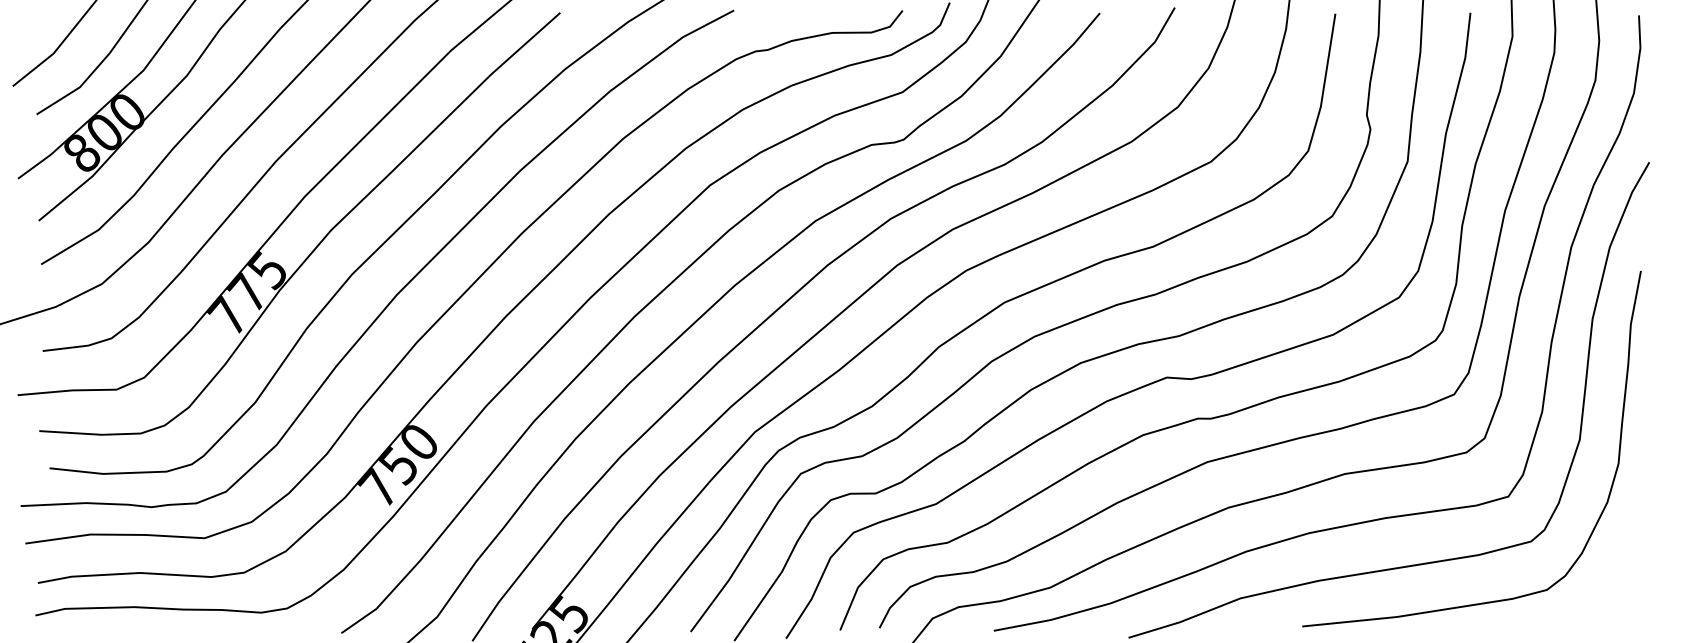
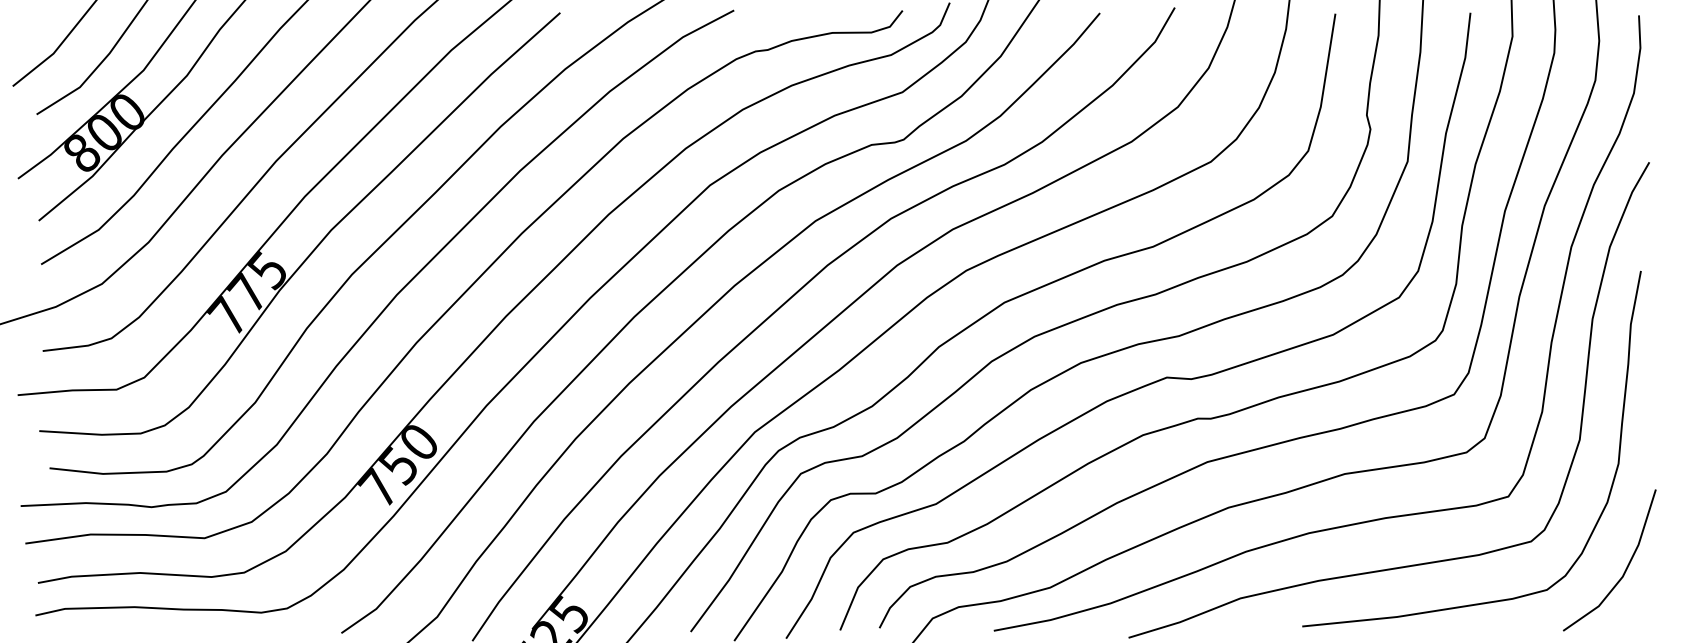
line at (1625, 568): none -> present
